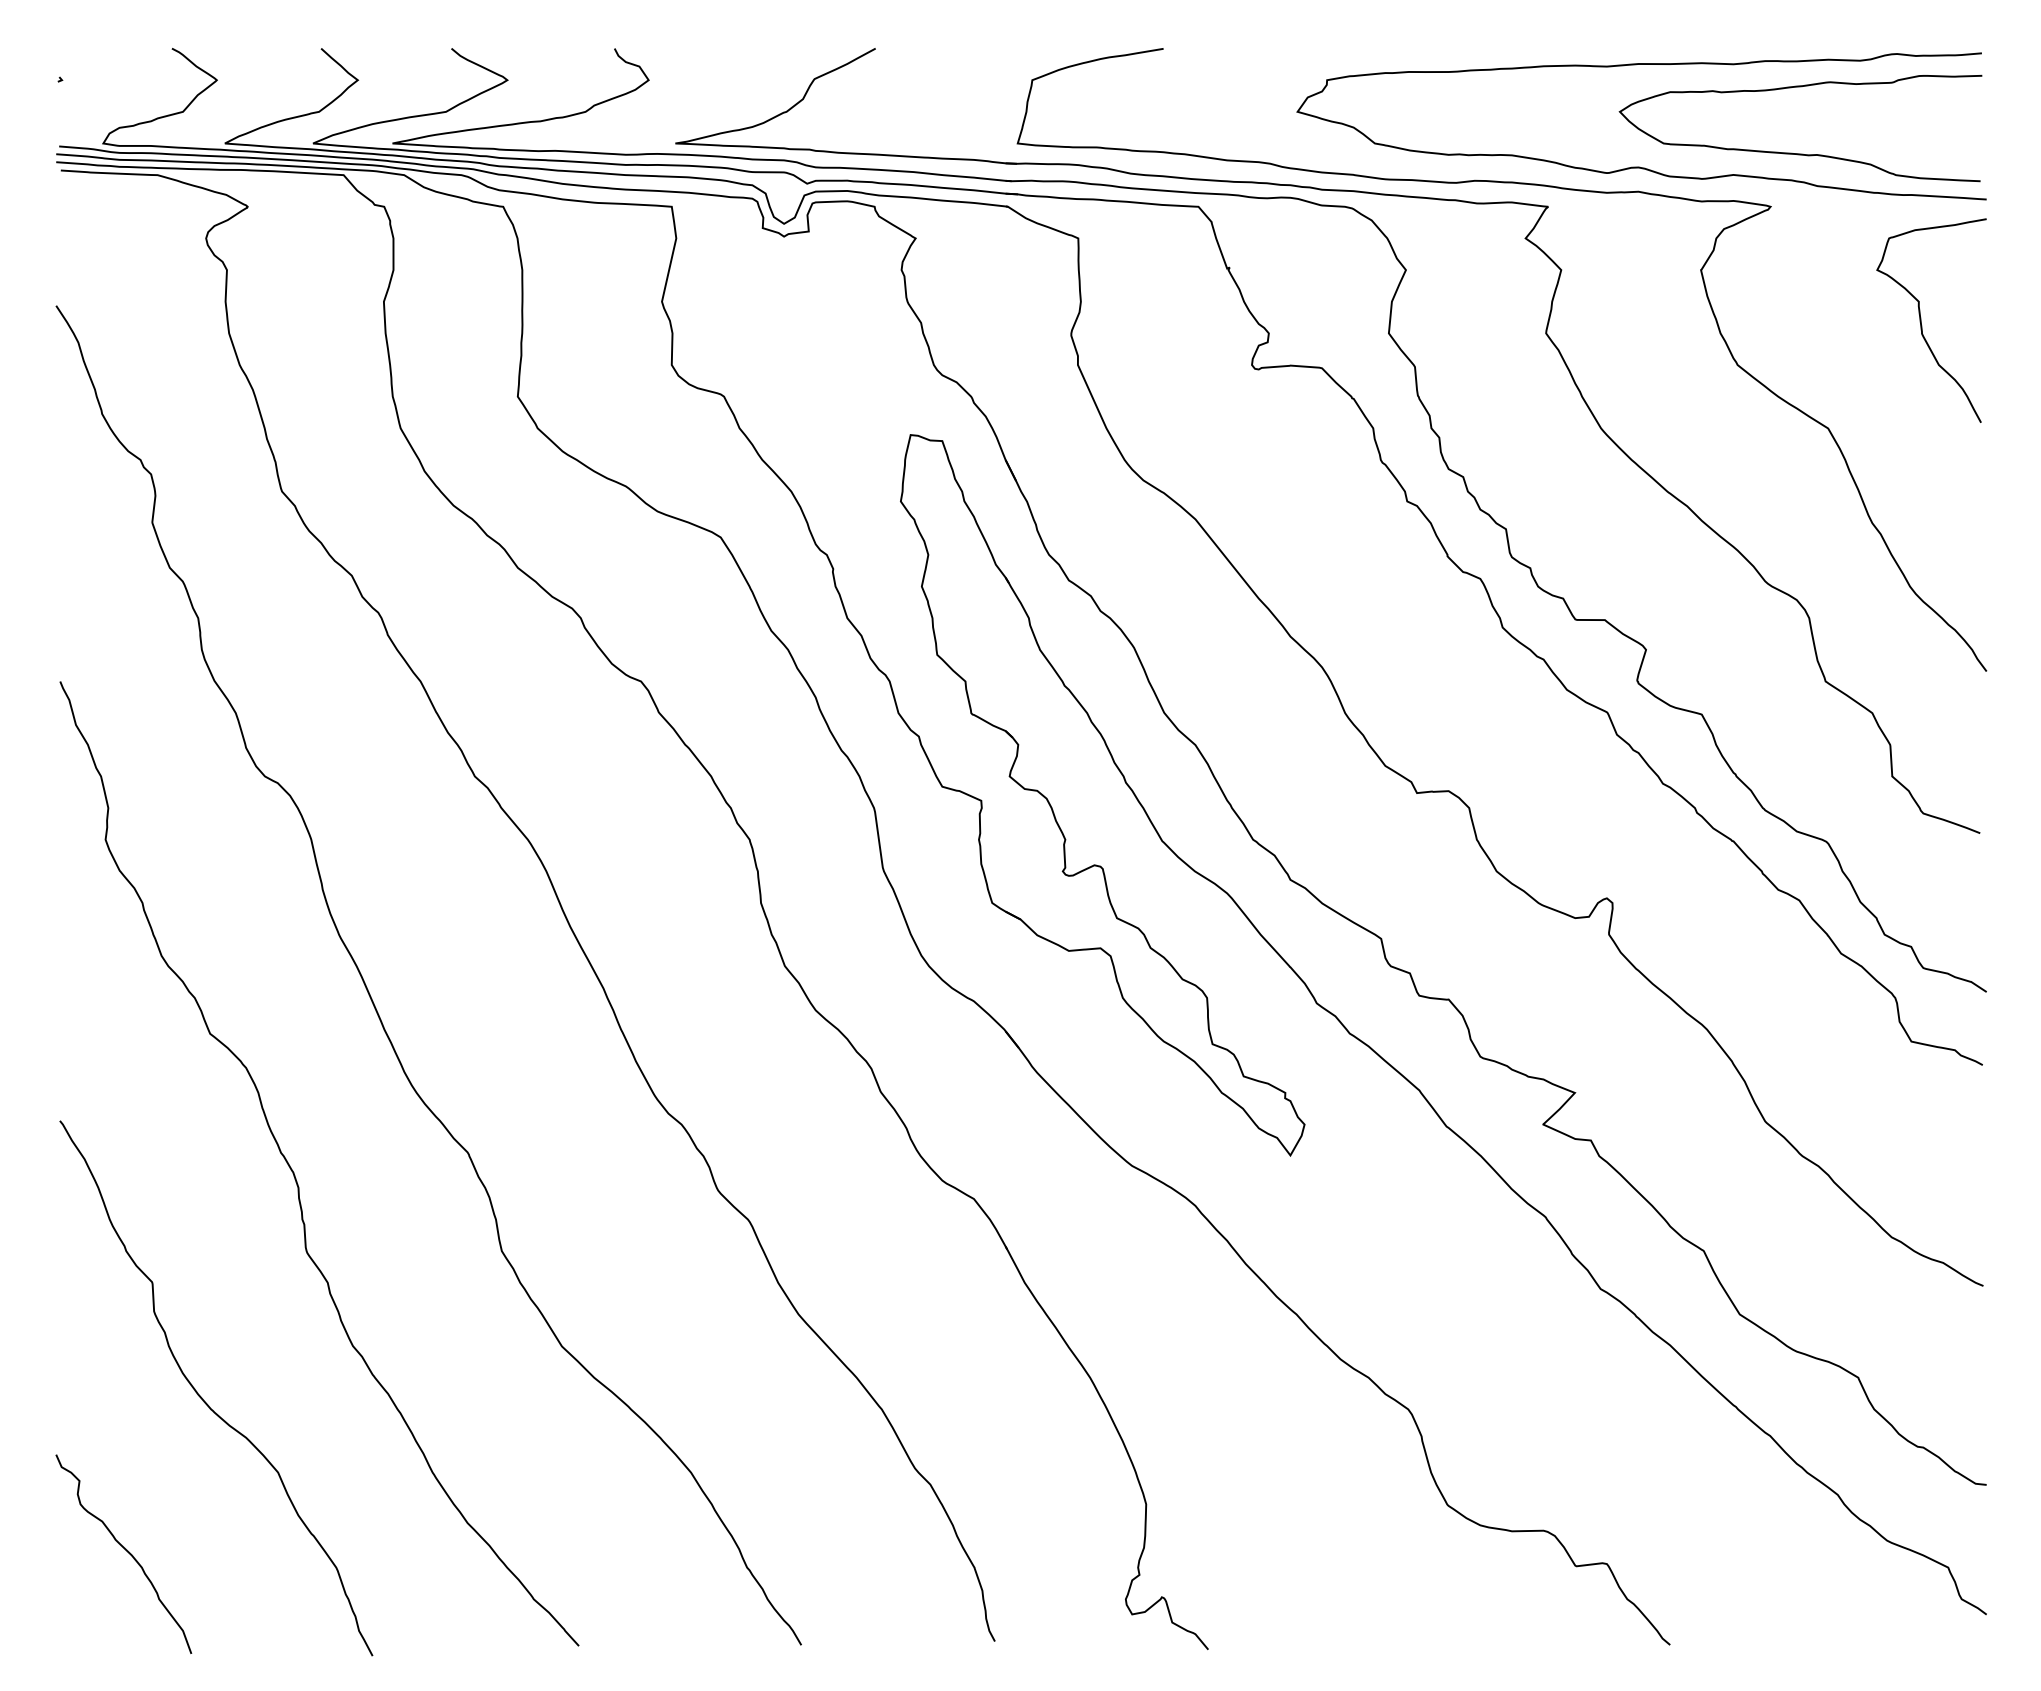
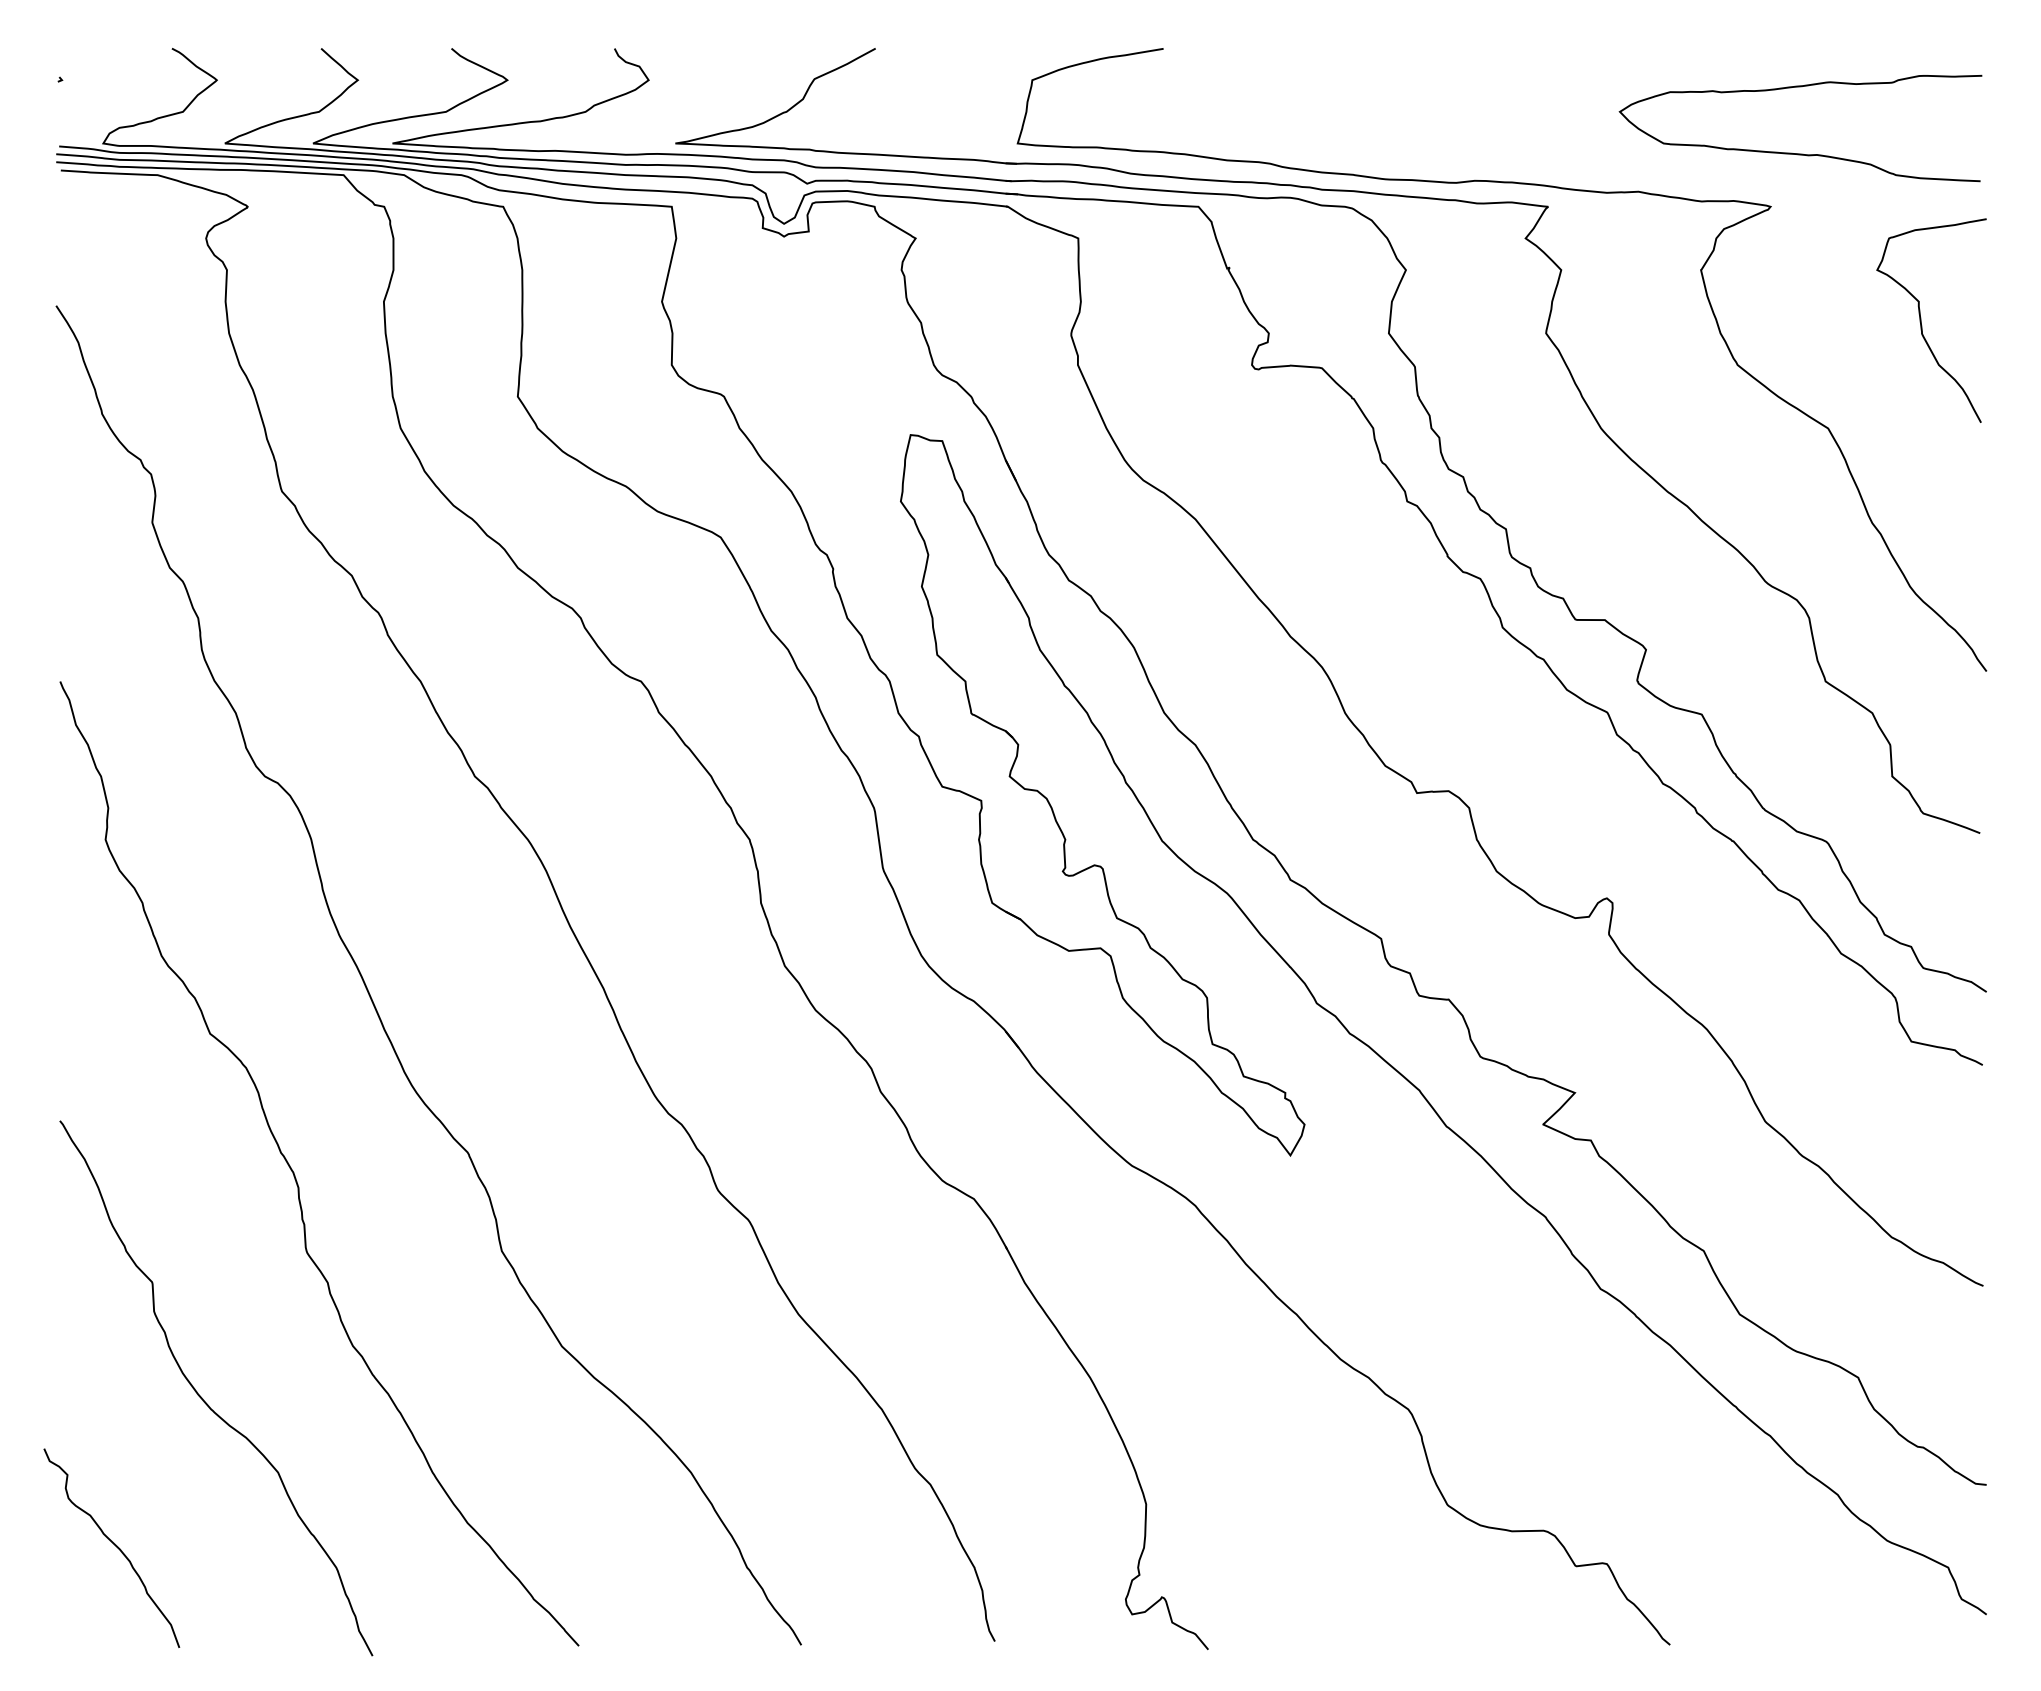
curve at (1639, 166): present -> none
curve at (125, 1550) position: (125, 1550) -> (113, 1544)
